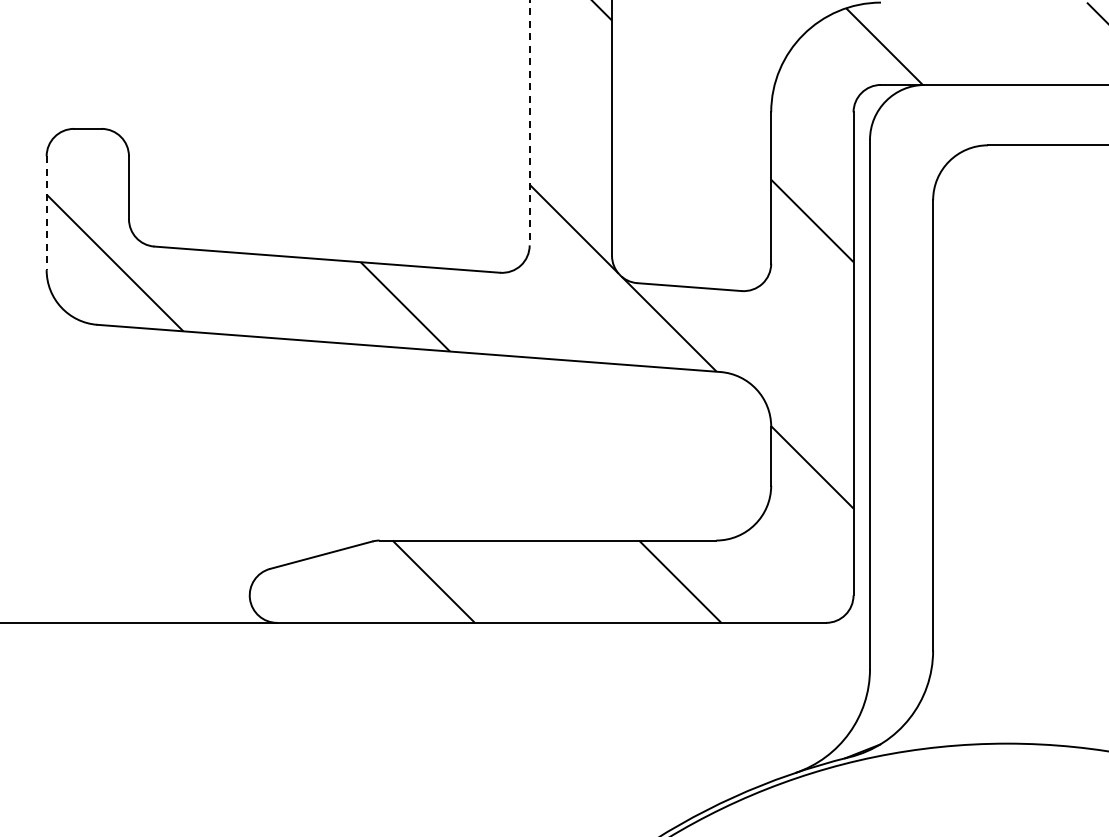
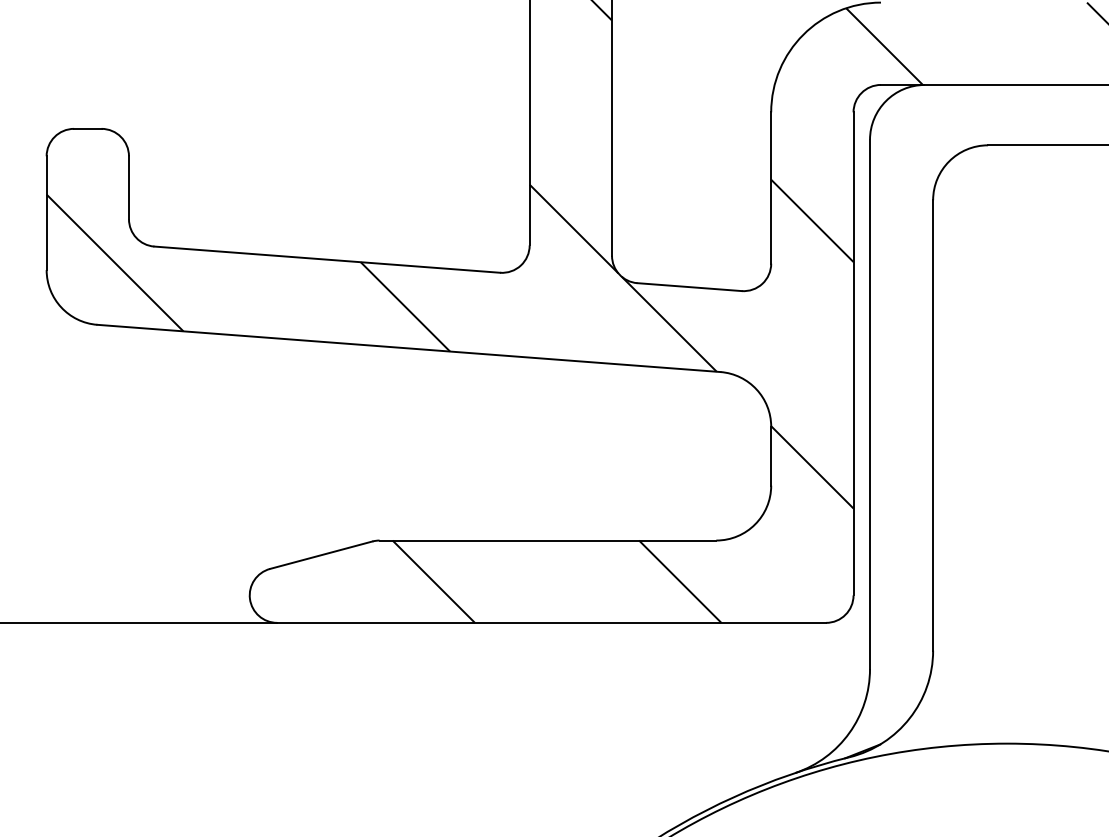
line at (529, 123): dashed -> solid
line at (46, 213): dashed -> solid
